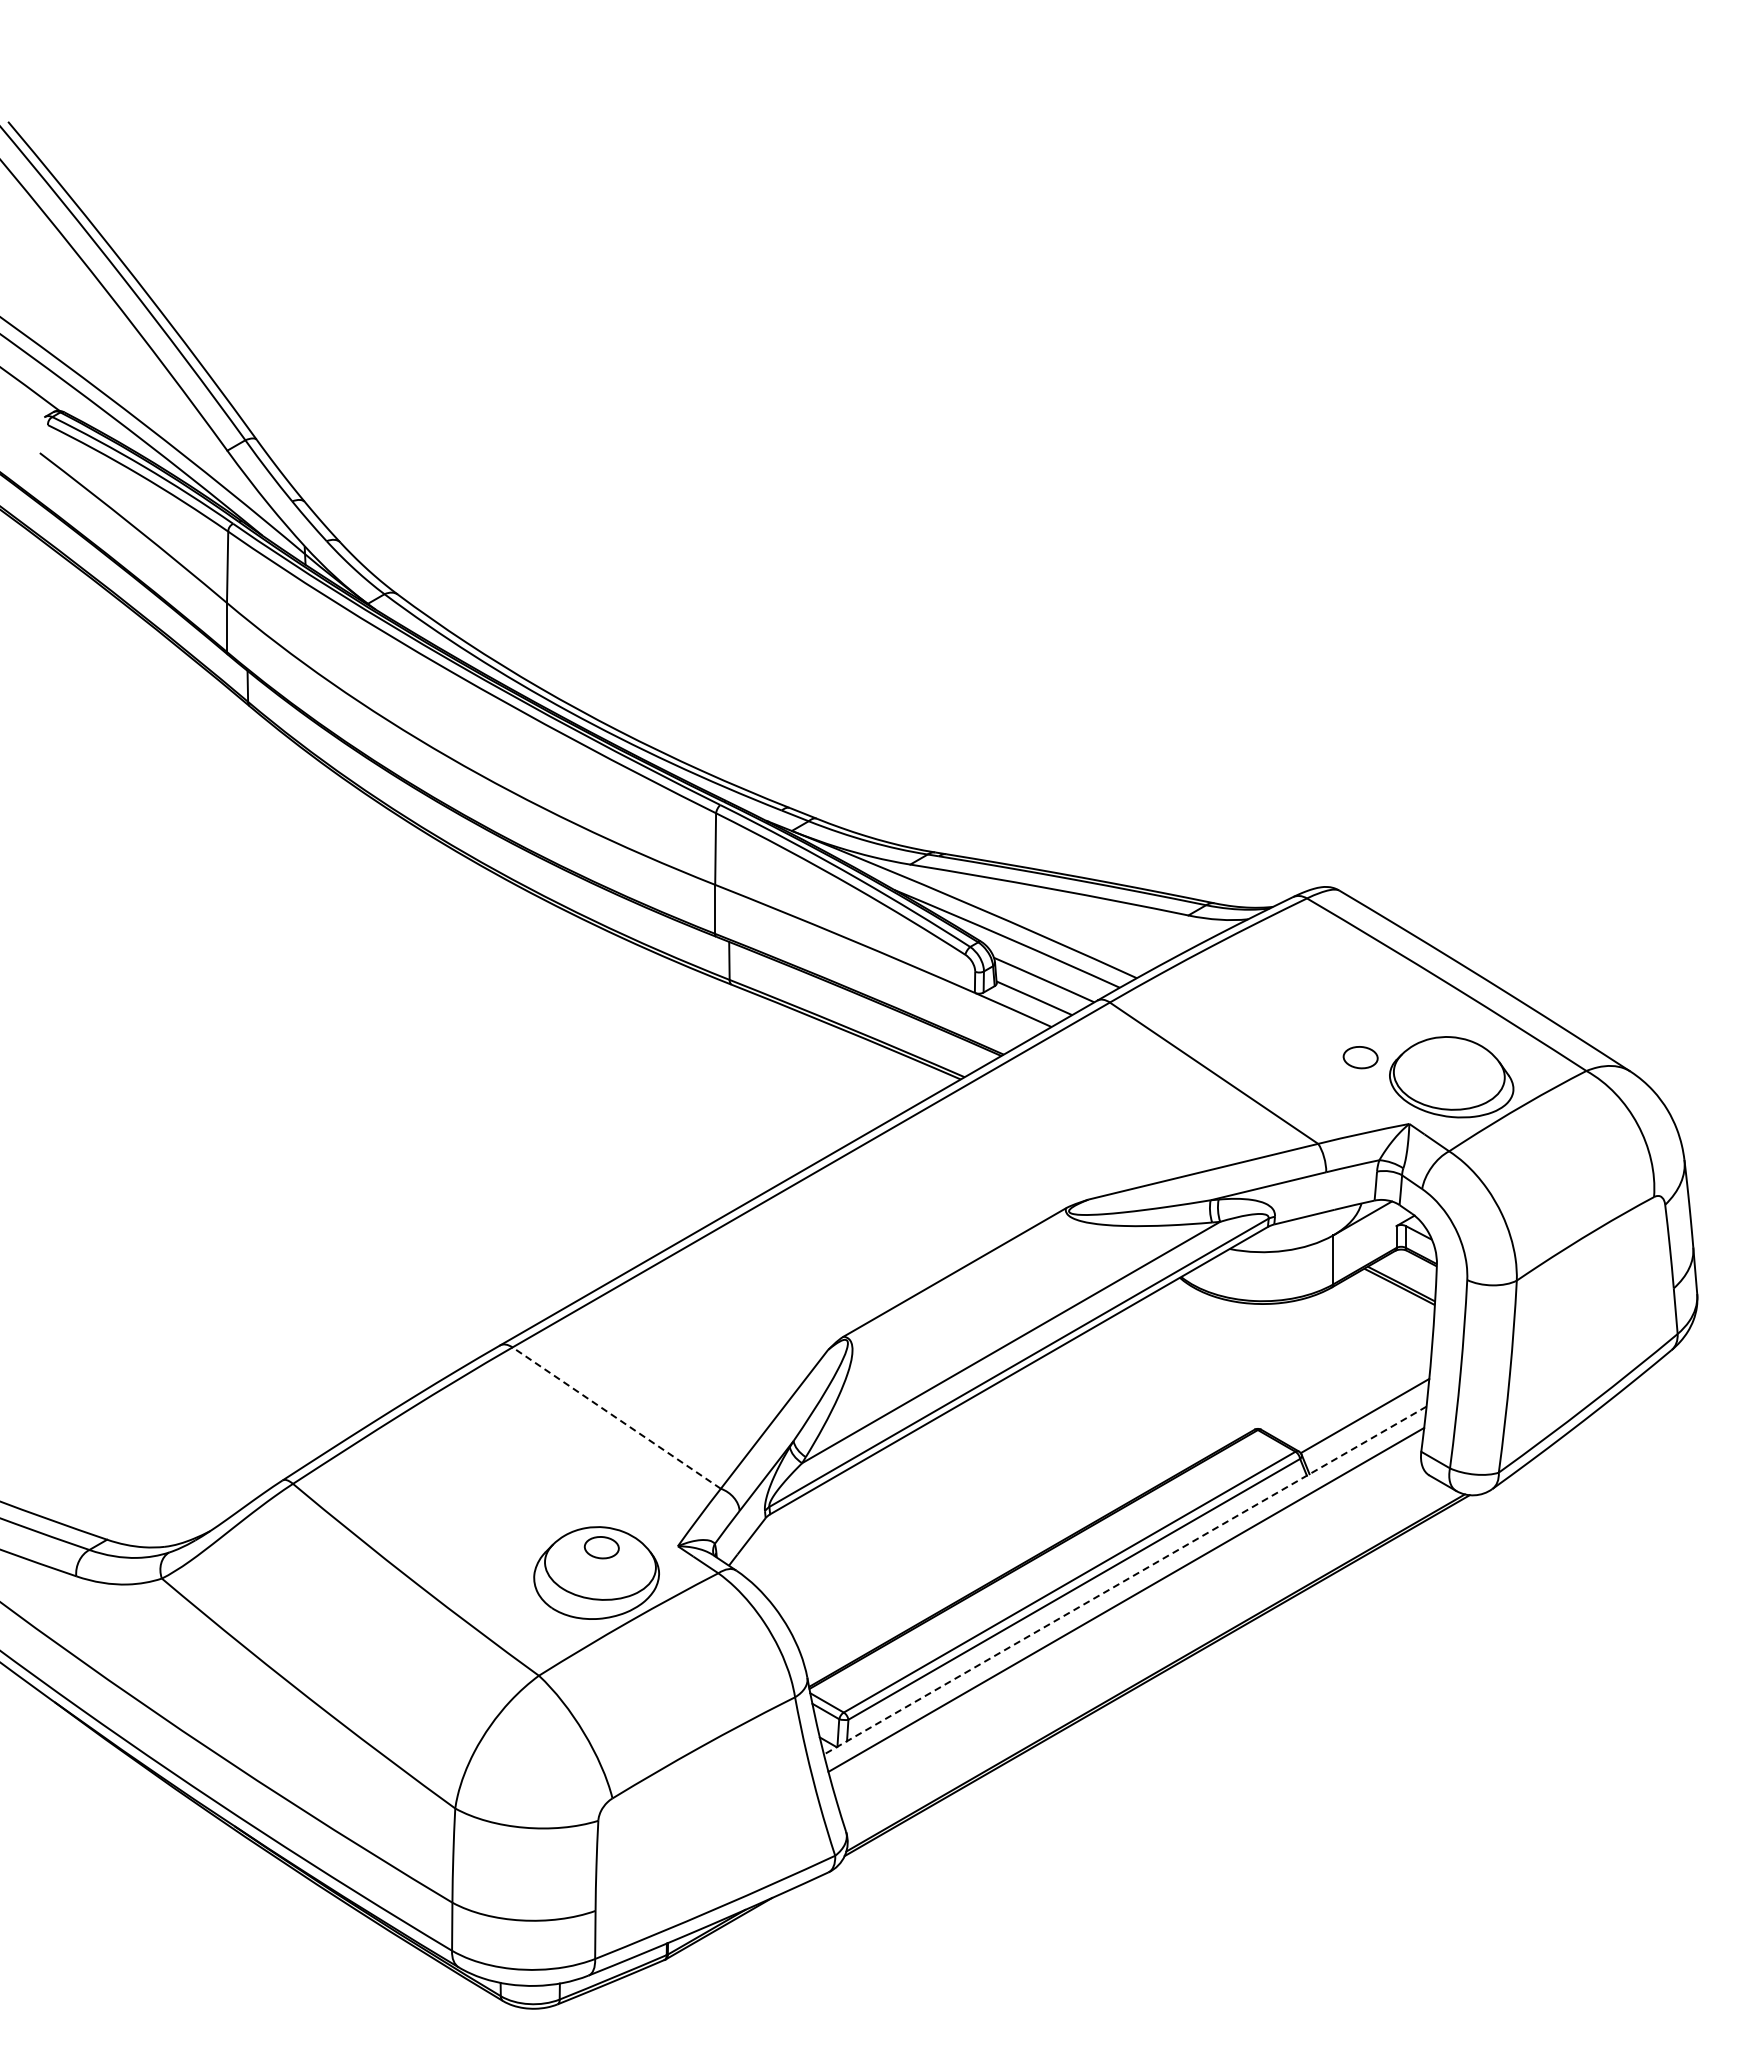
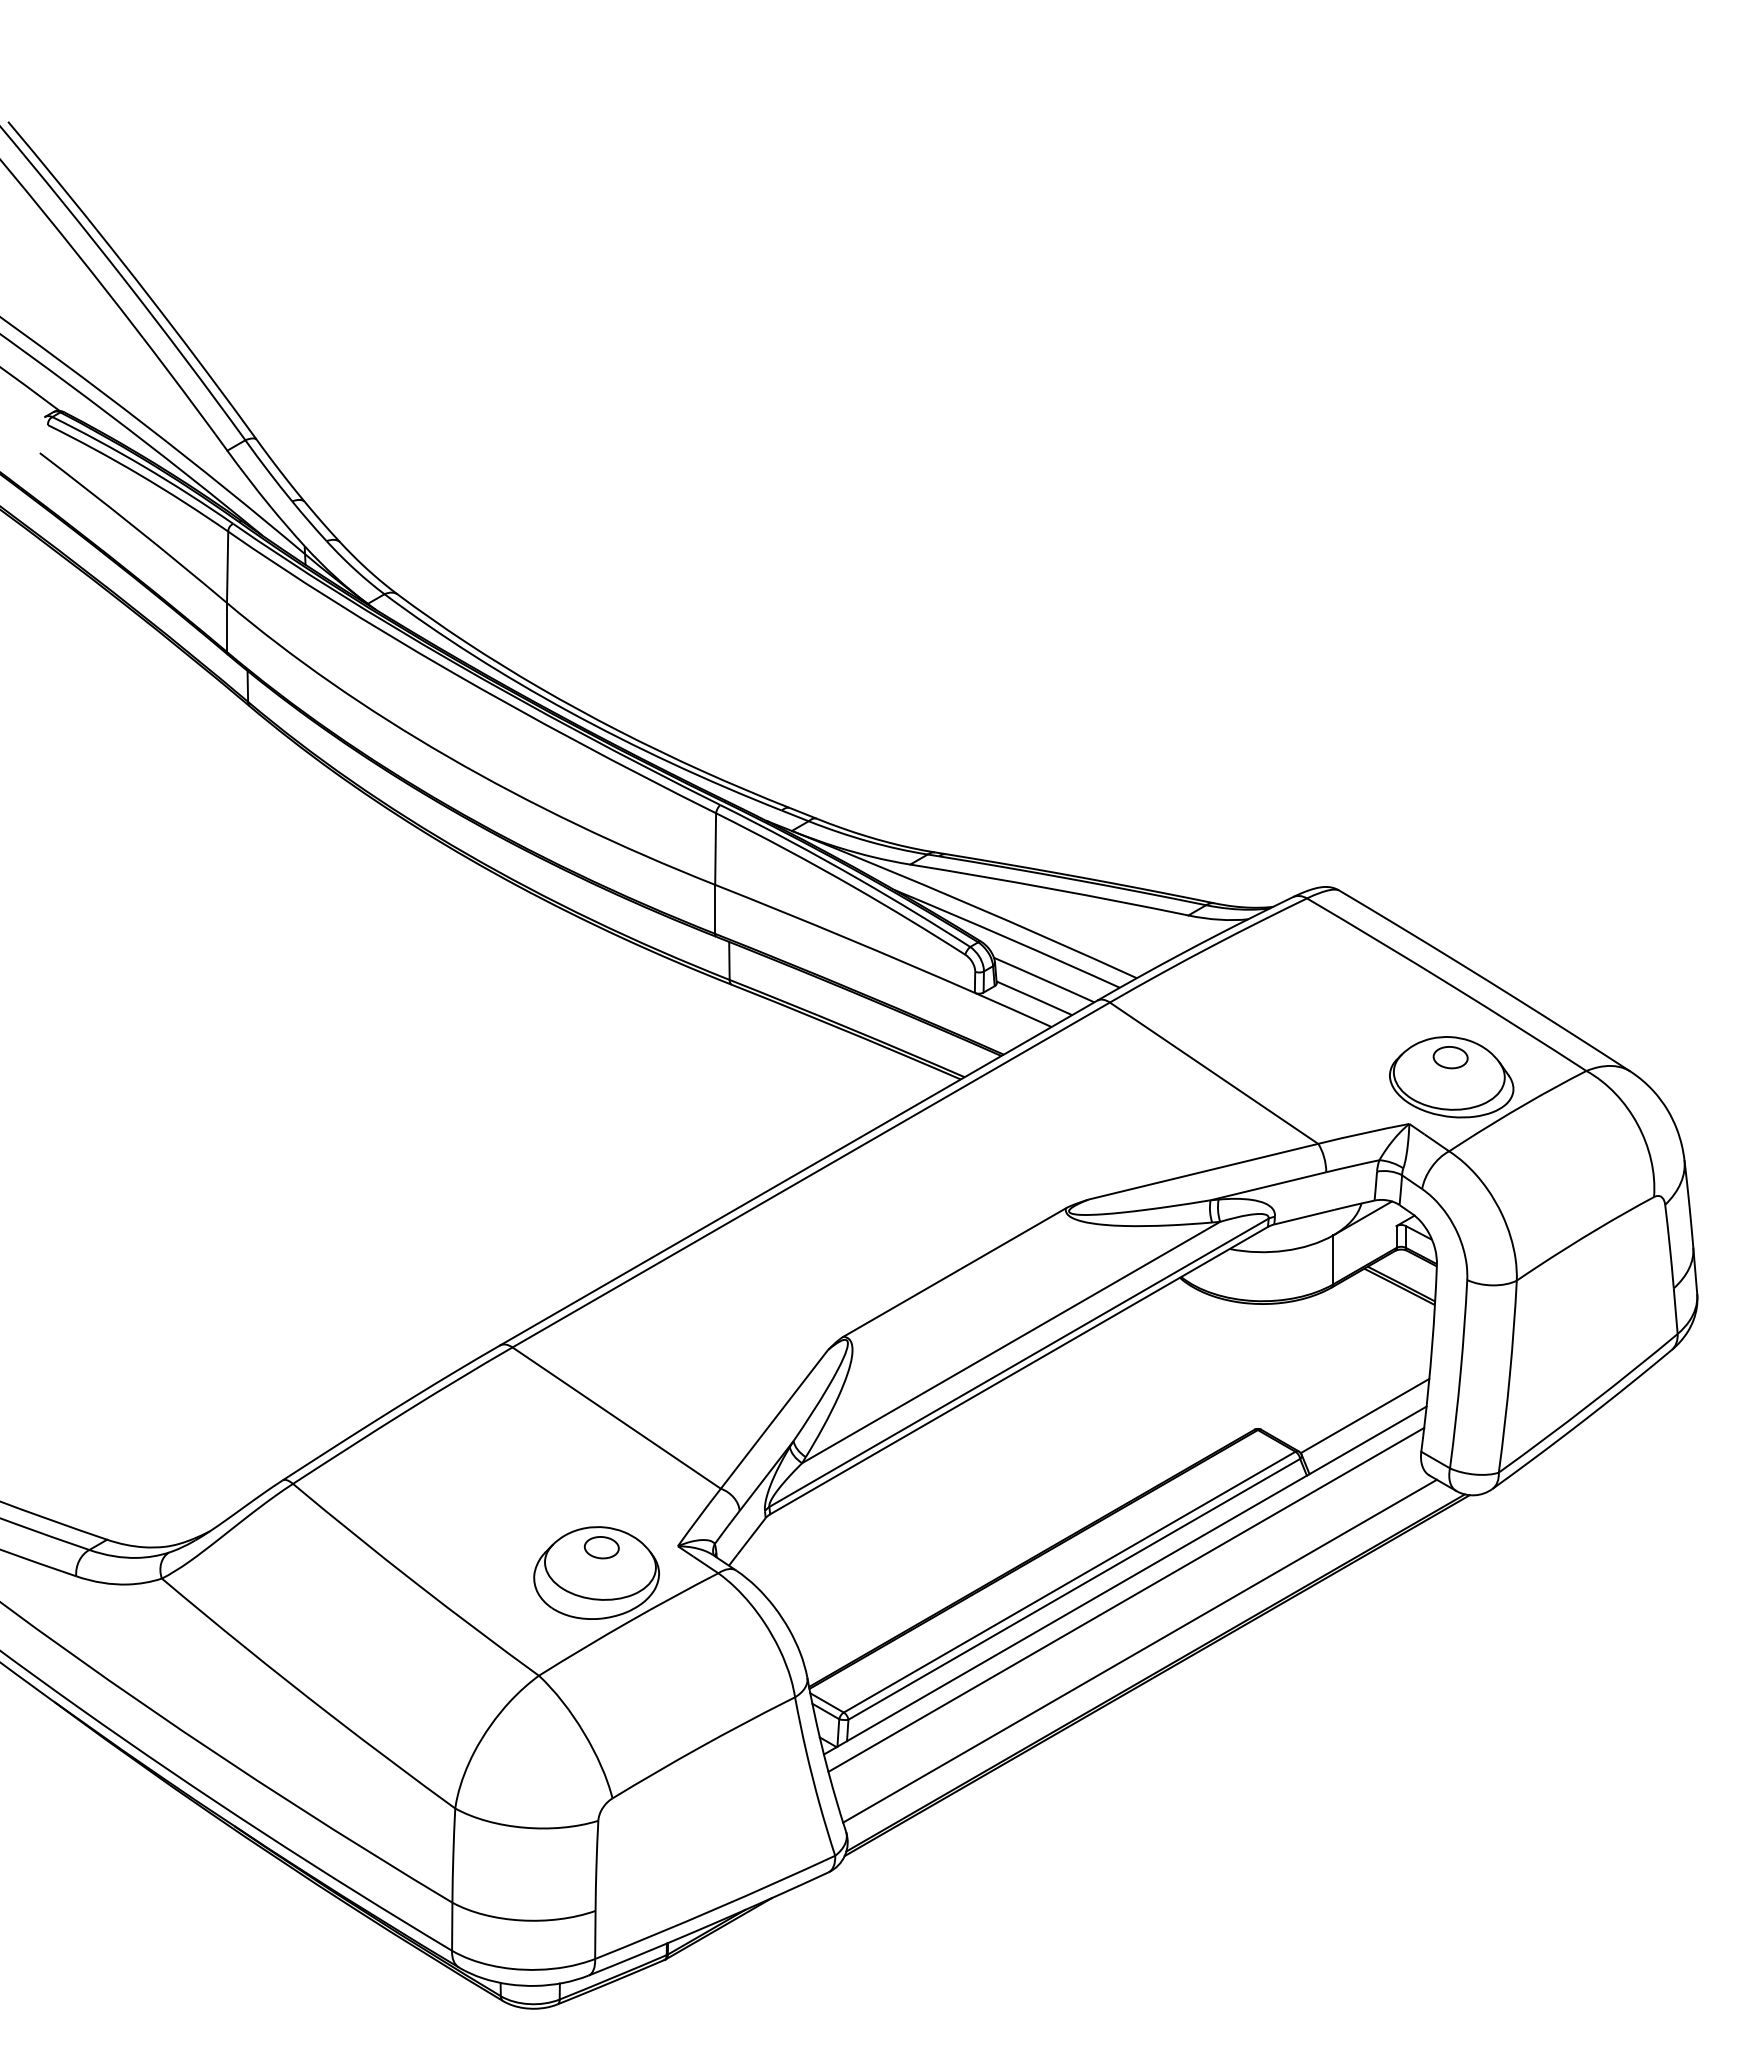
part at (1360, 1057) position: (1360, 1057) -> (1450, 1057)
line at (616, 1418): dashed -> solid
line at (1125, 1580): dashed -> solid
line at (1139, 1650): none -> present
